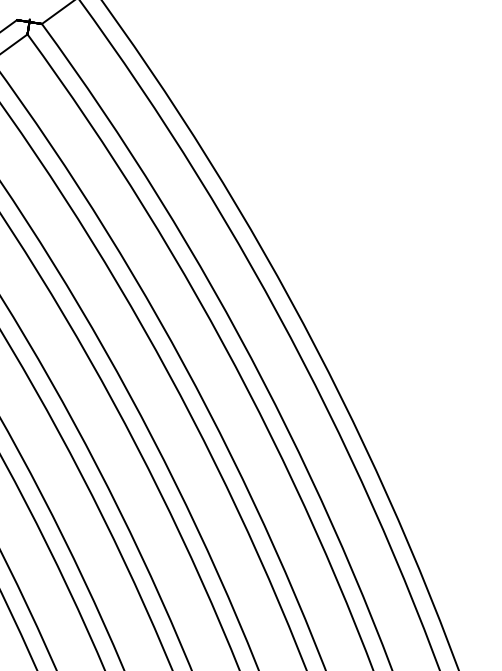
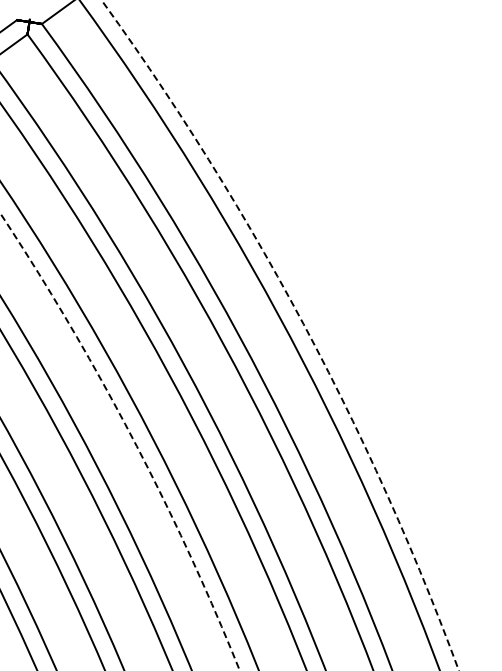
arc at (303, 323): solid -> dashed
arc at (131, 435): solid -> dashed
